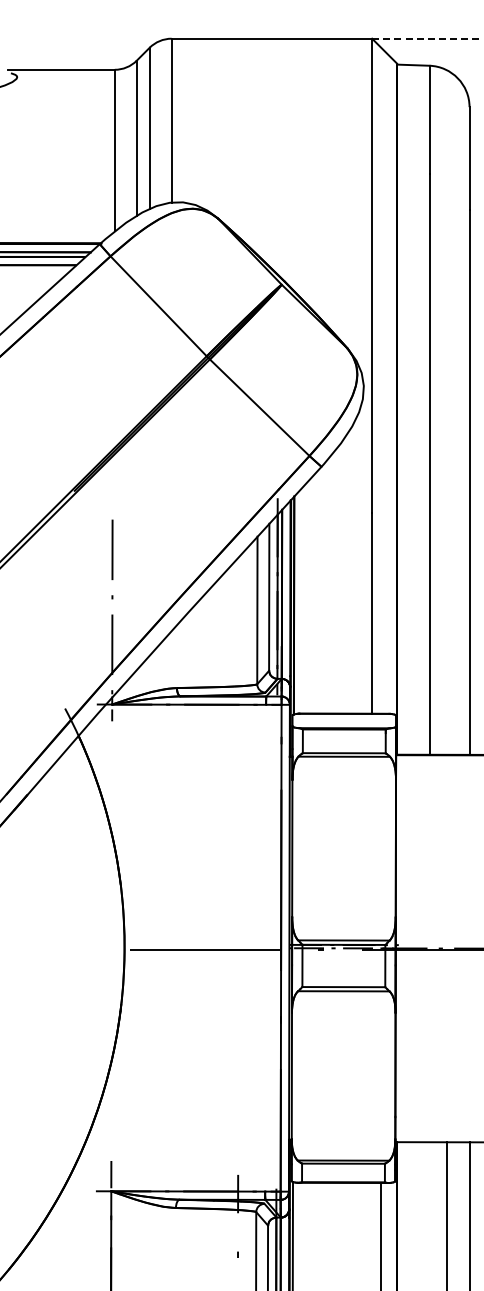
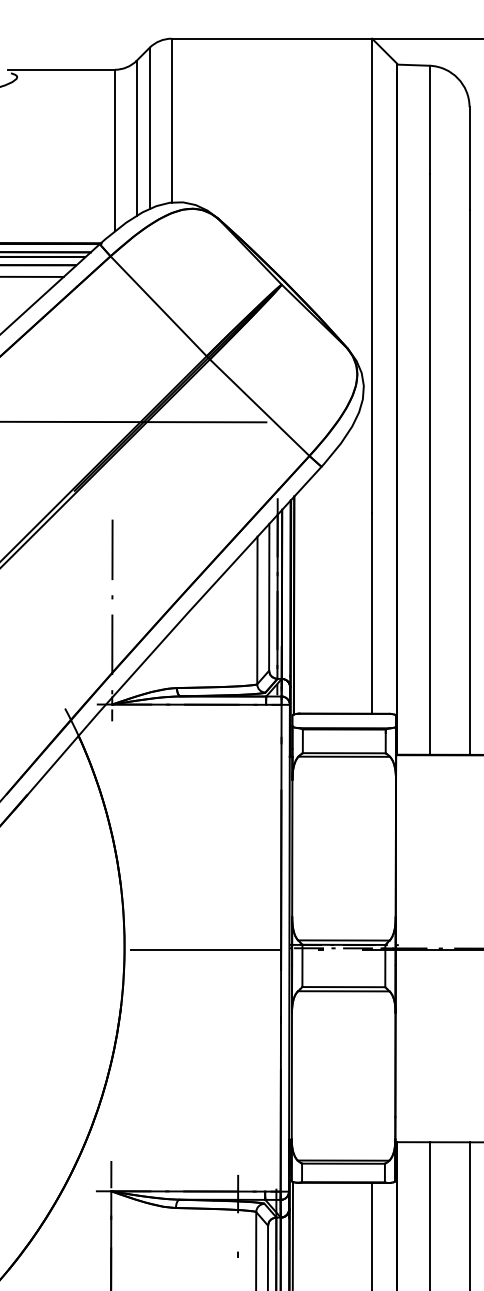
line at (428, 38): dashed -> solid
line at (32, 276): none -> present
line at (134, 421): none -> present
line at (446, 1214) position: (446, 1214) -> (429, 1214)
line at (381, 1234) position: (381, 1234) -> (372, 1234)
